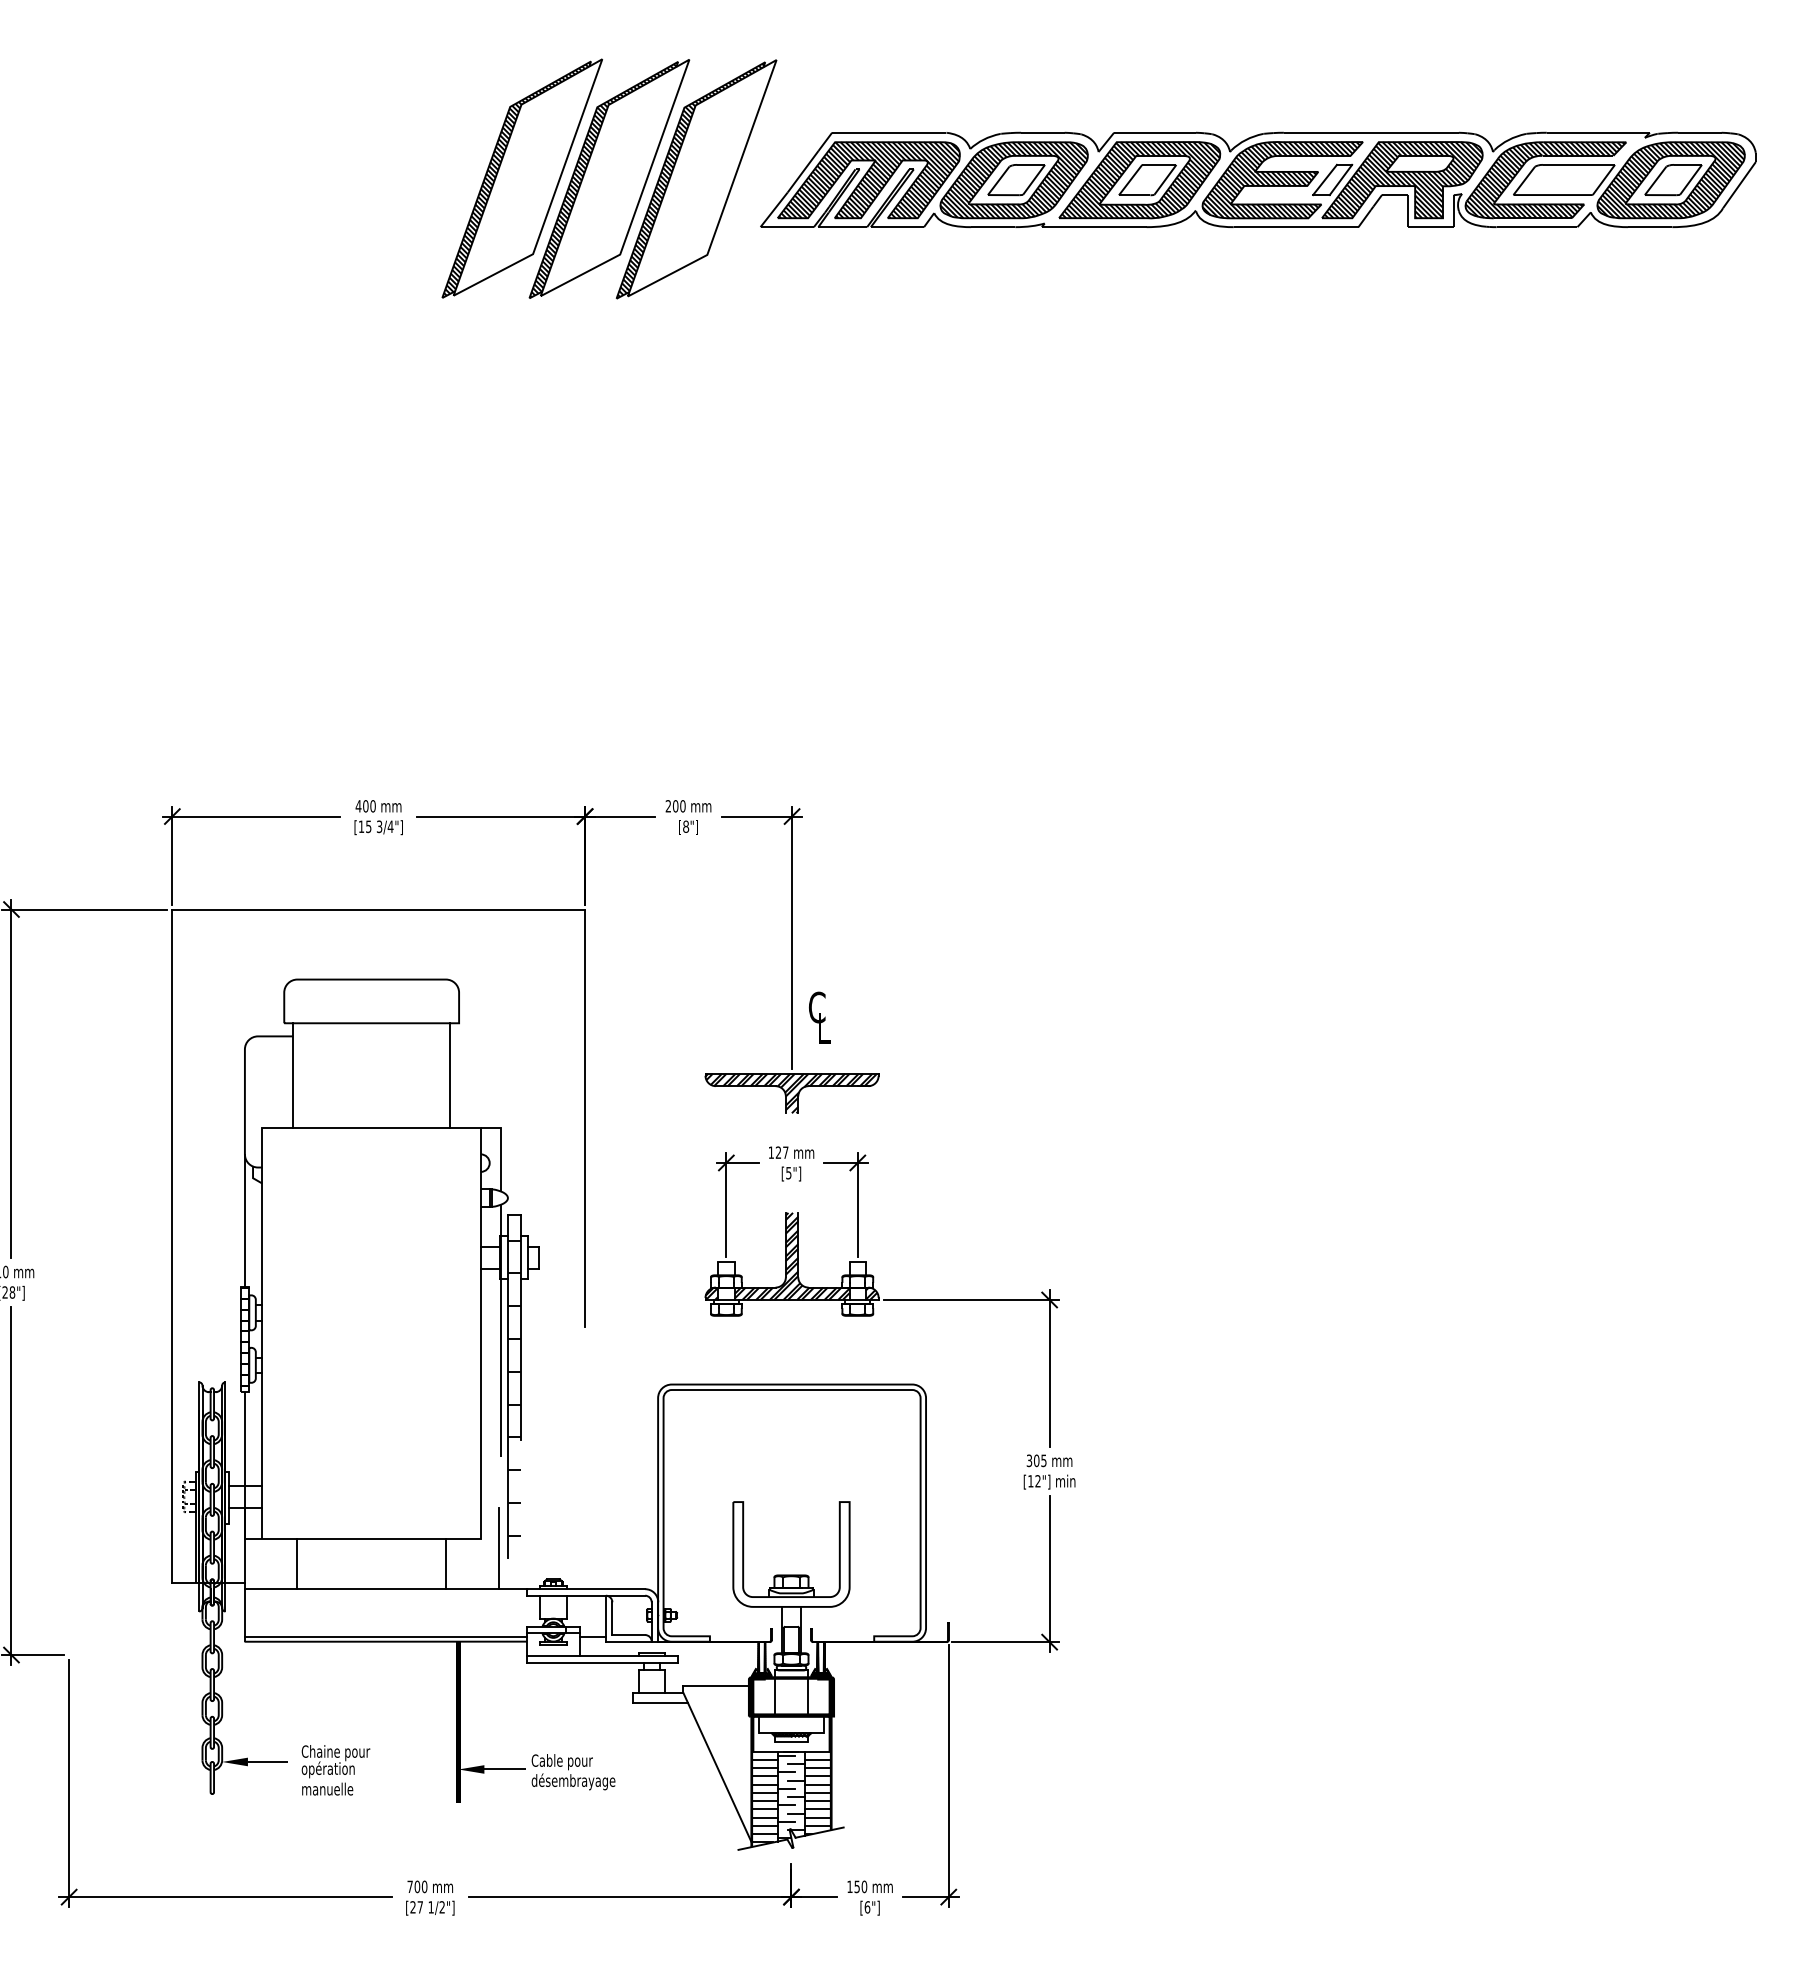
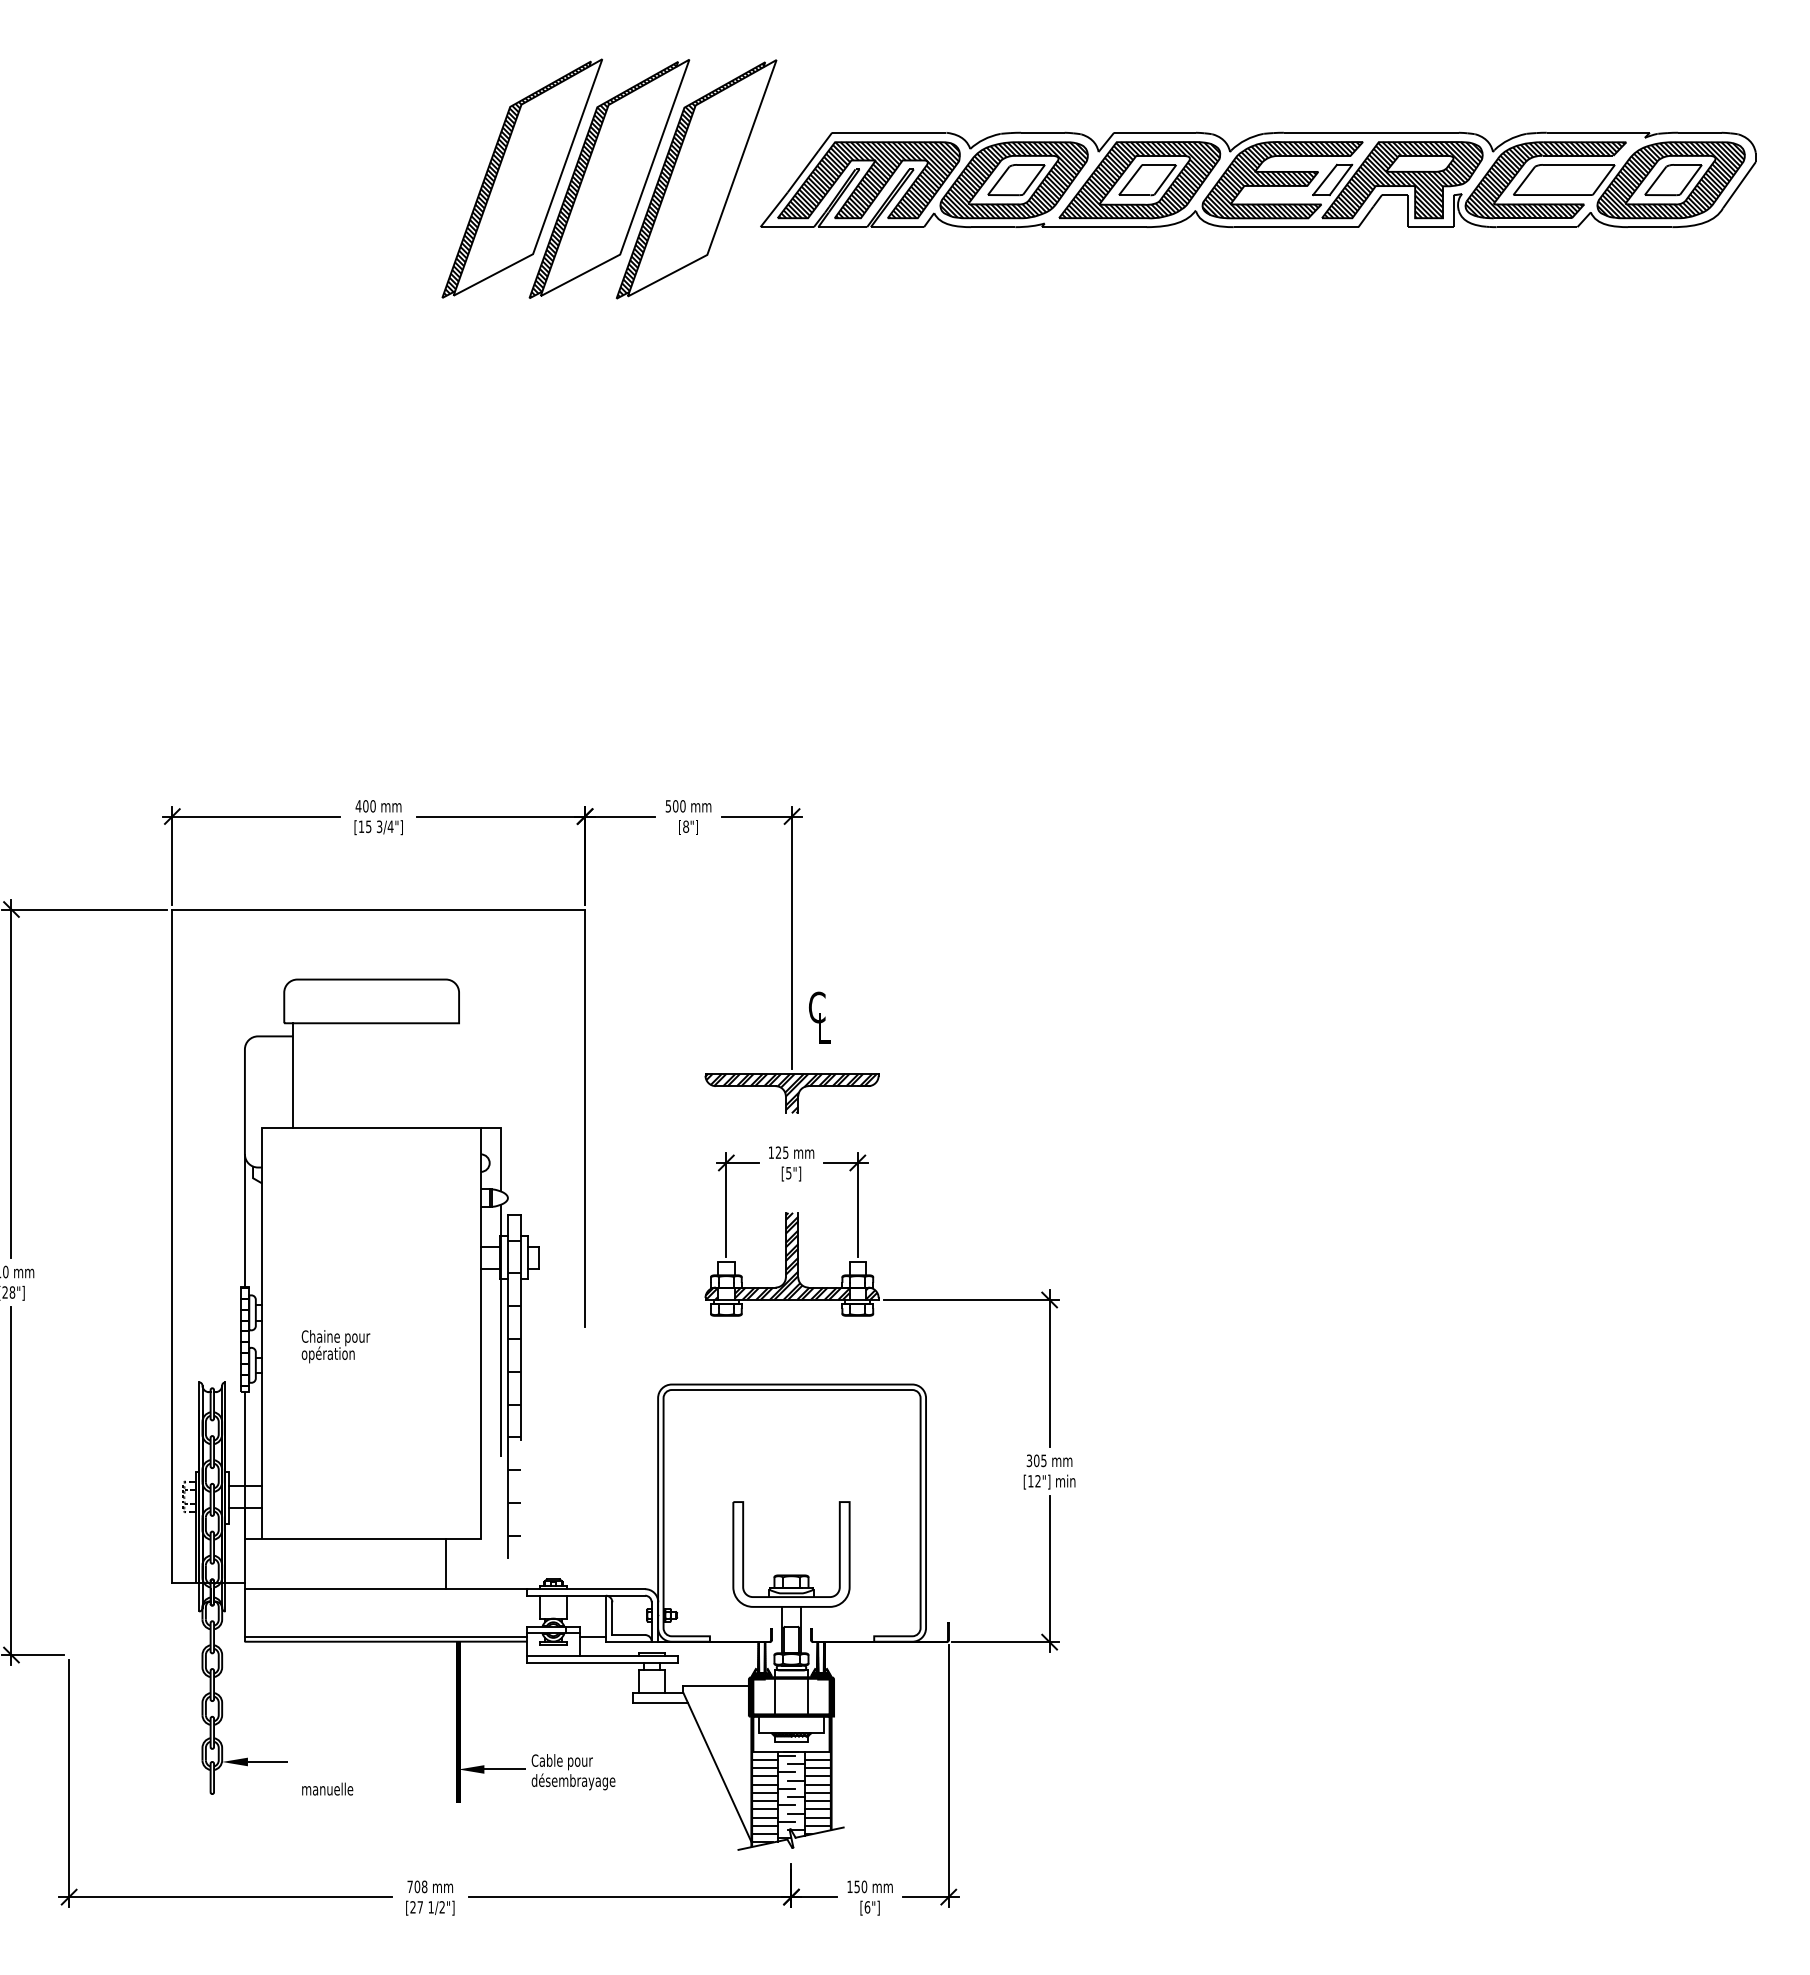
text at (668, 806): 200 -> 500
line at (450, 1075): present -> none
text at (785, 1152): 127 -> 125
line at (498, 1548): present -> none
line at (296, 1564): present -> none
text at (335, 1761) position: (335, 1761) -> (335, 1346)
text at (424, 1886): 700 -> 708
